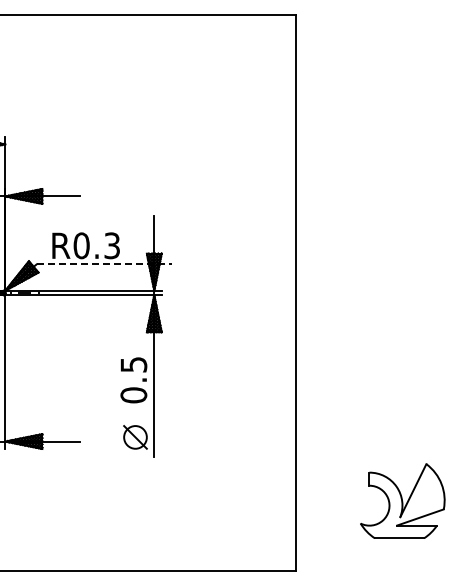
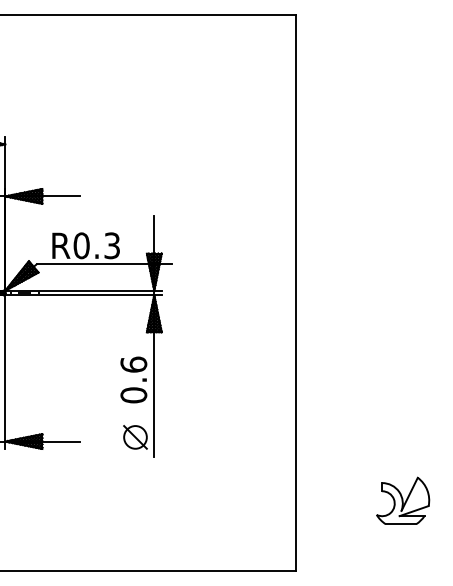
line at (104, 264): dashed -> solid
text at (133, 364): 0.5 -> 0.6
part at (402, 500) size: 86x76 px -> 55x49 px
